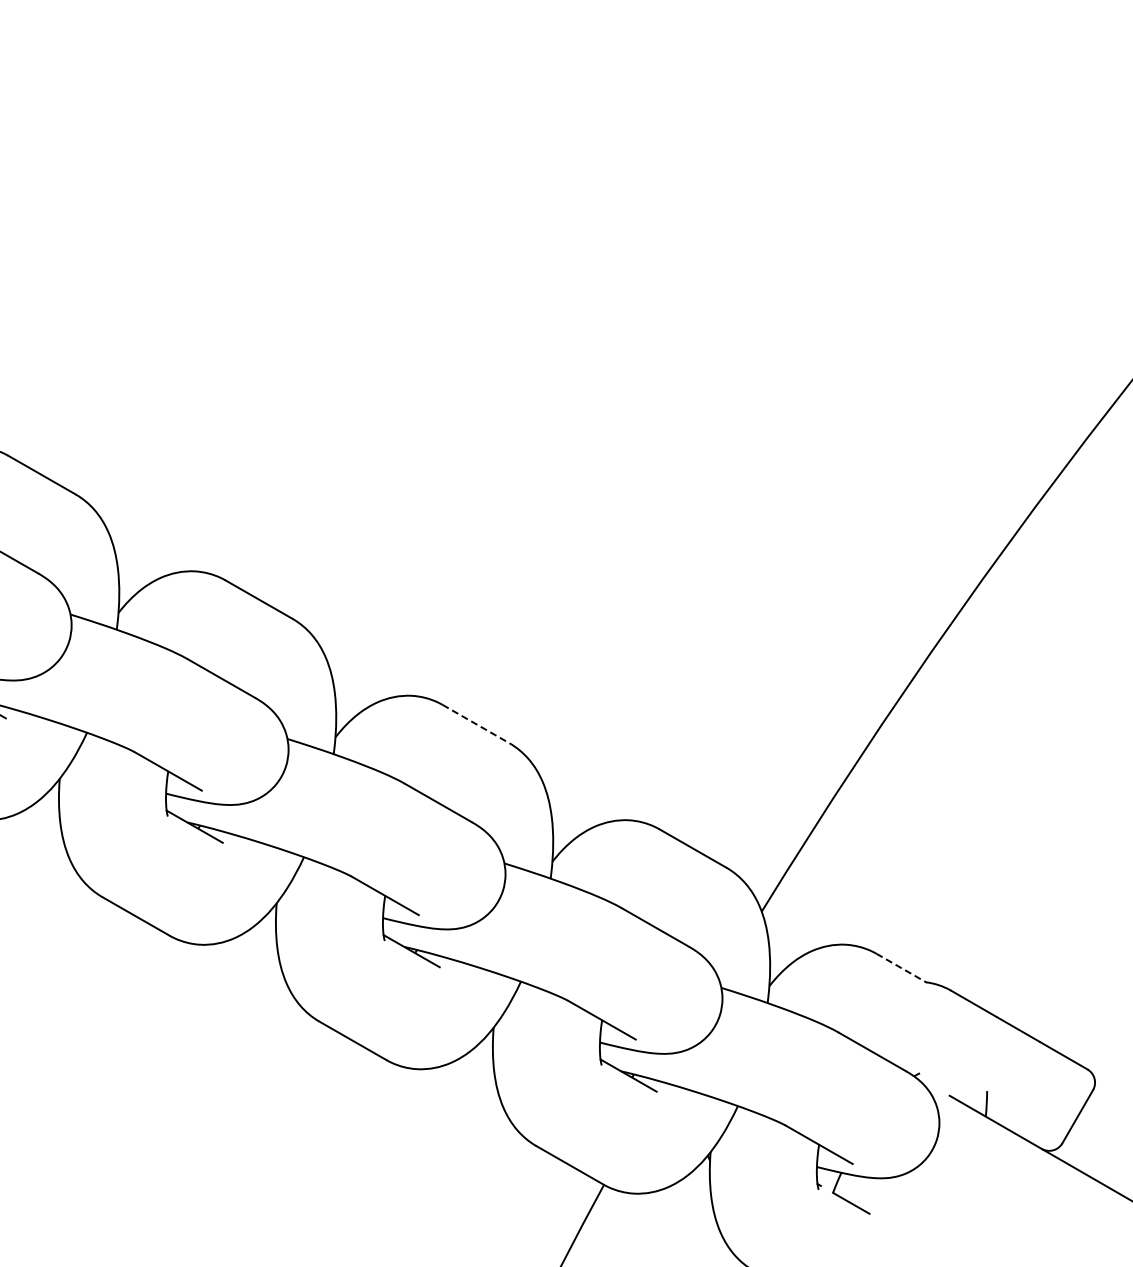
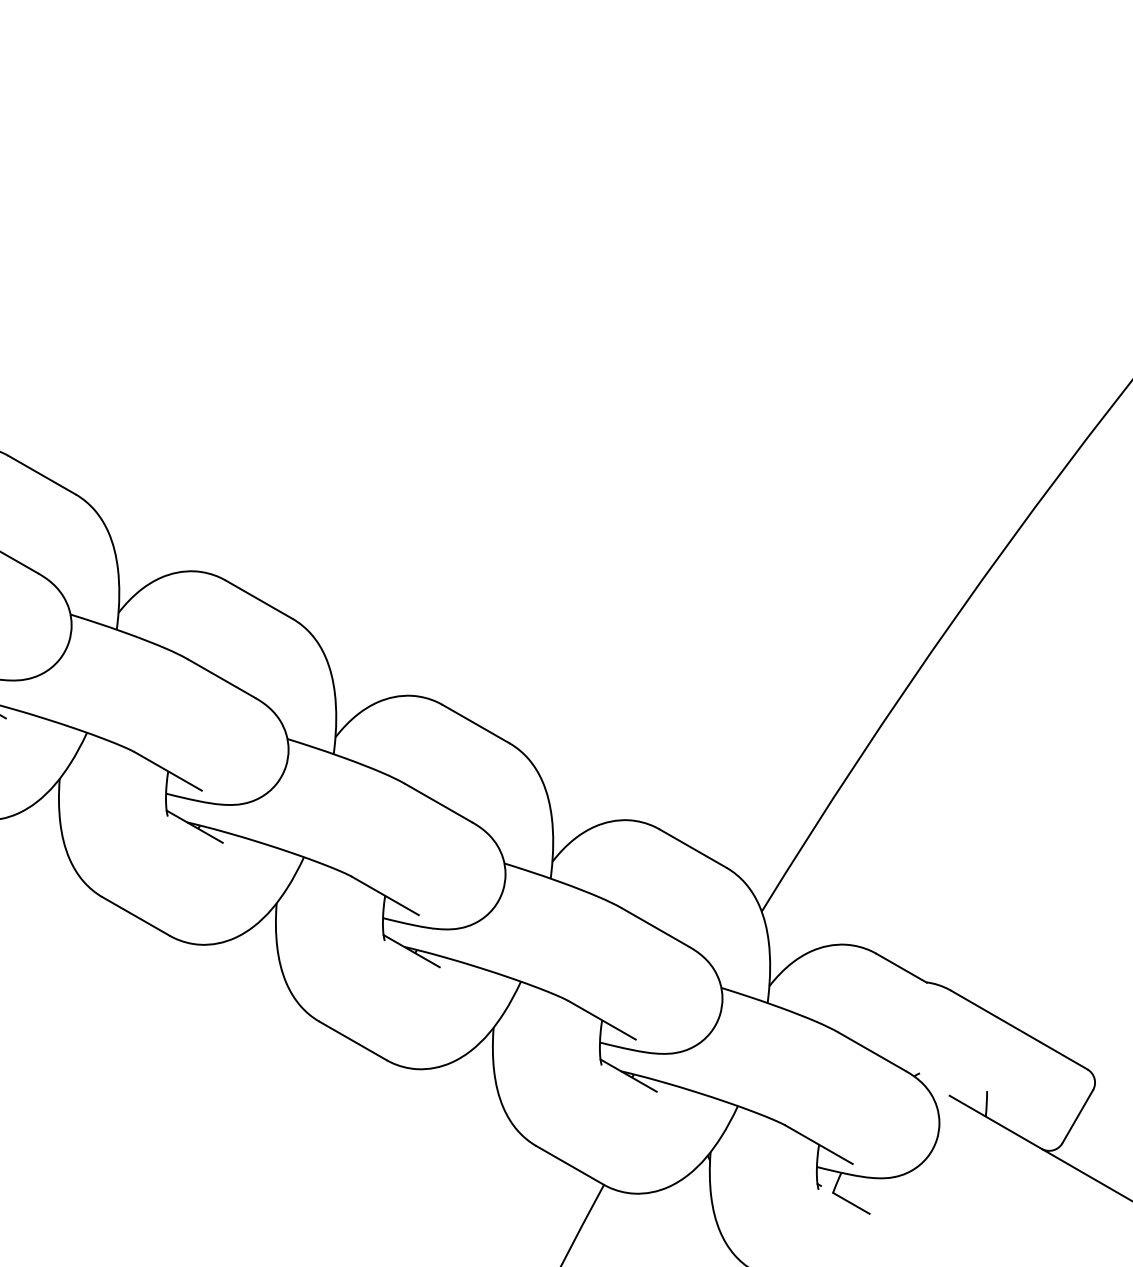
line at (476, 724): dashed -> solid
line at (902, 968): dashed -> solid
